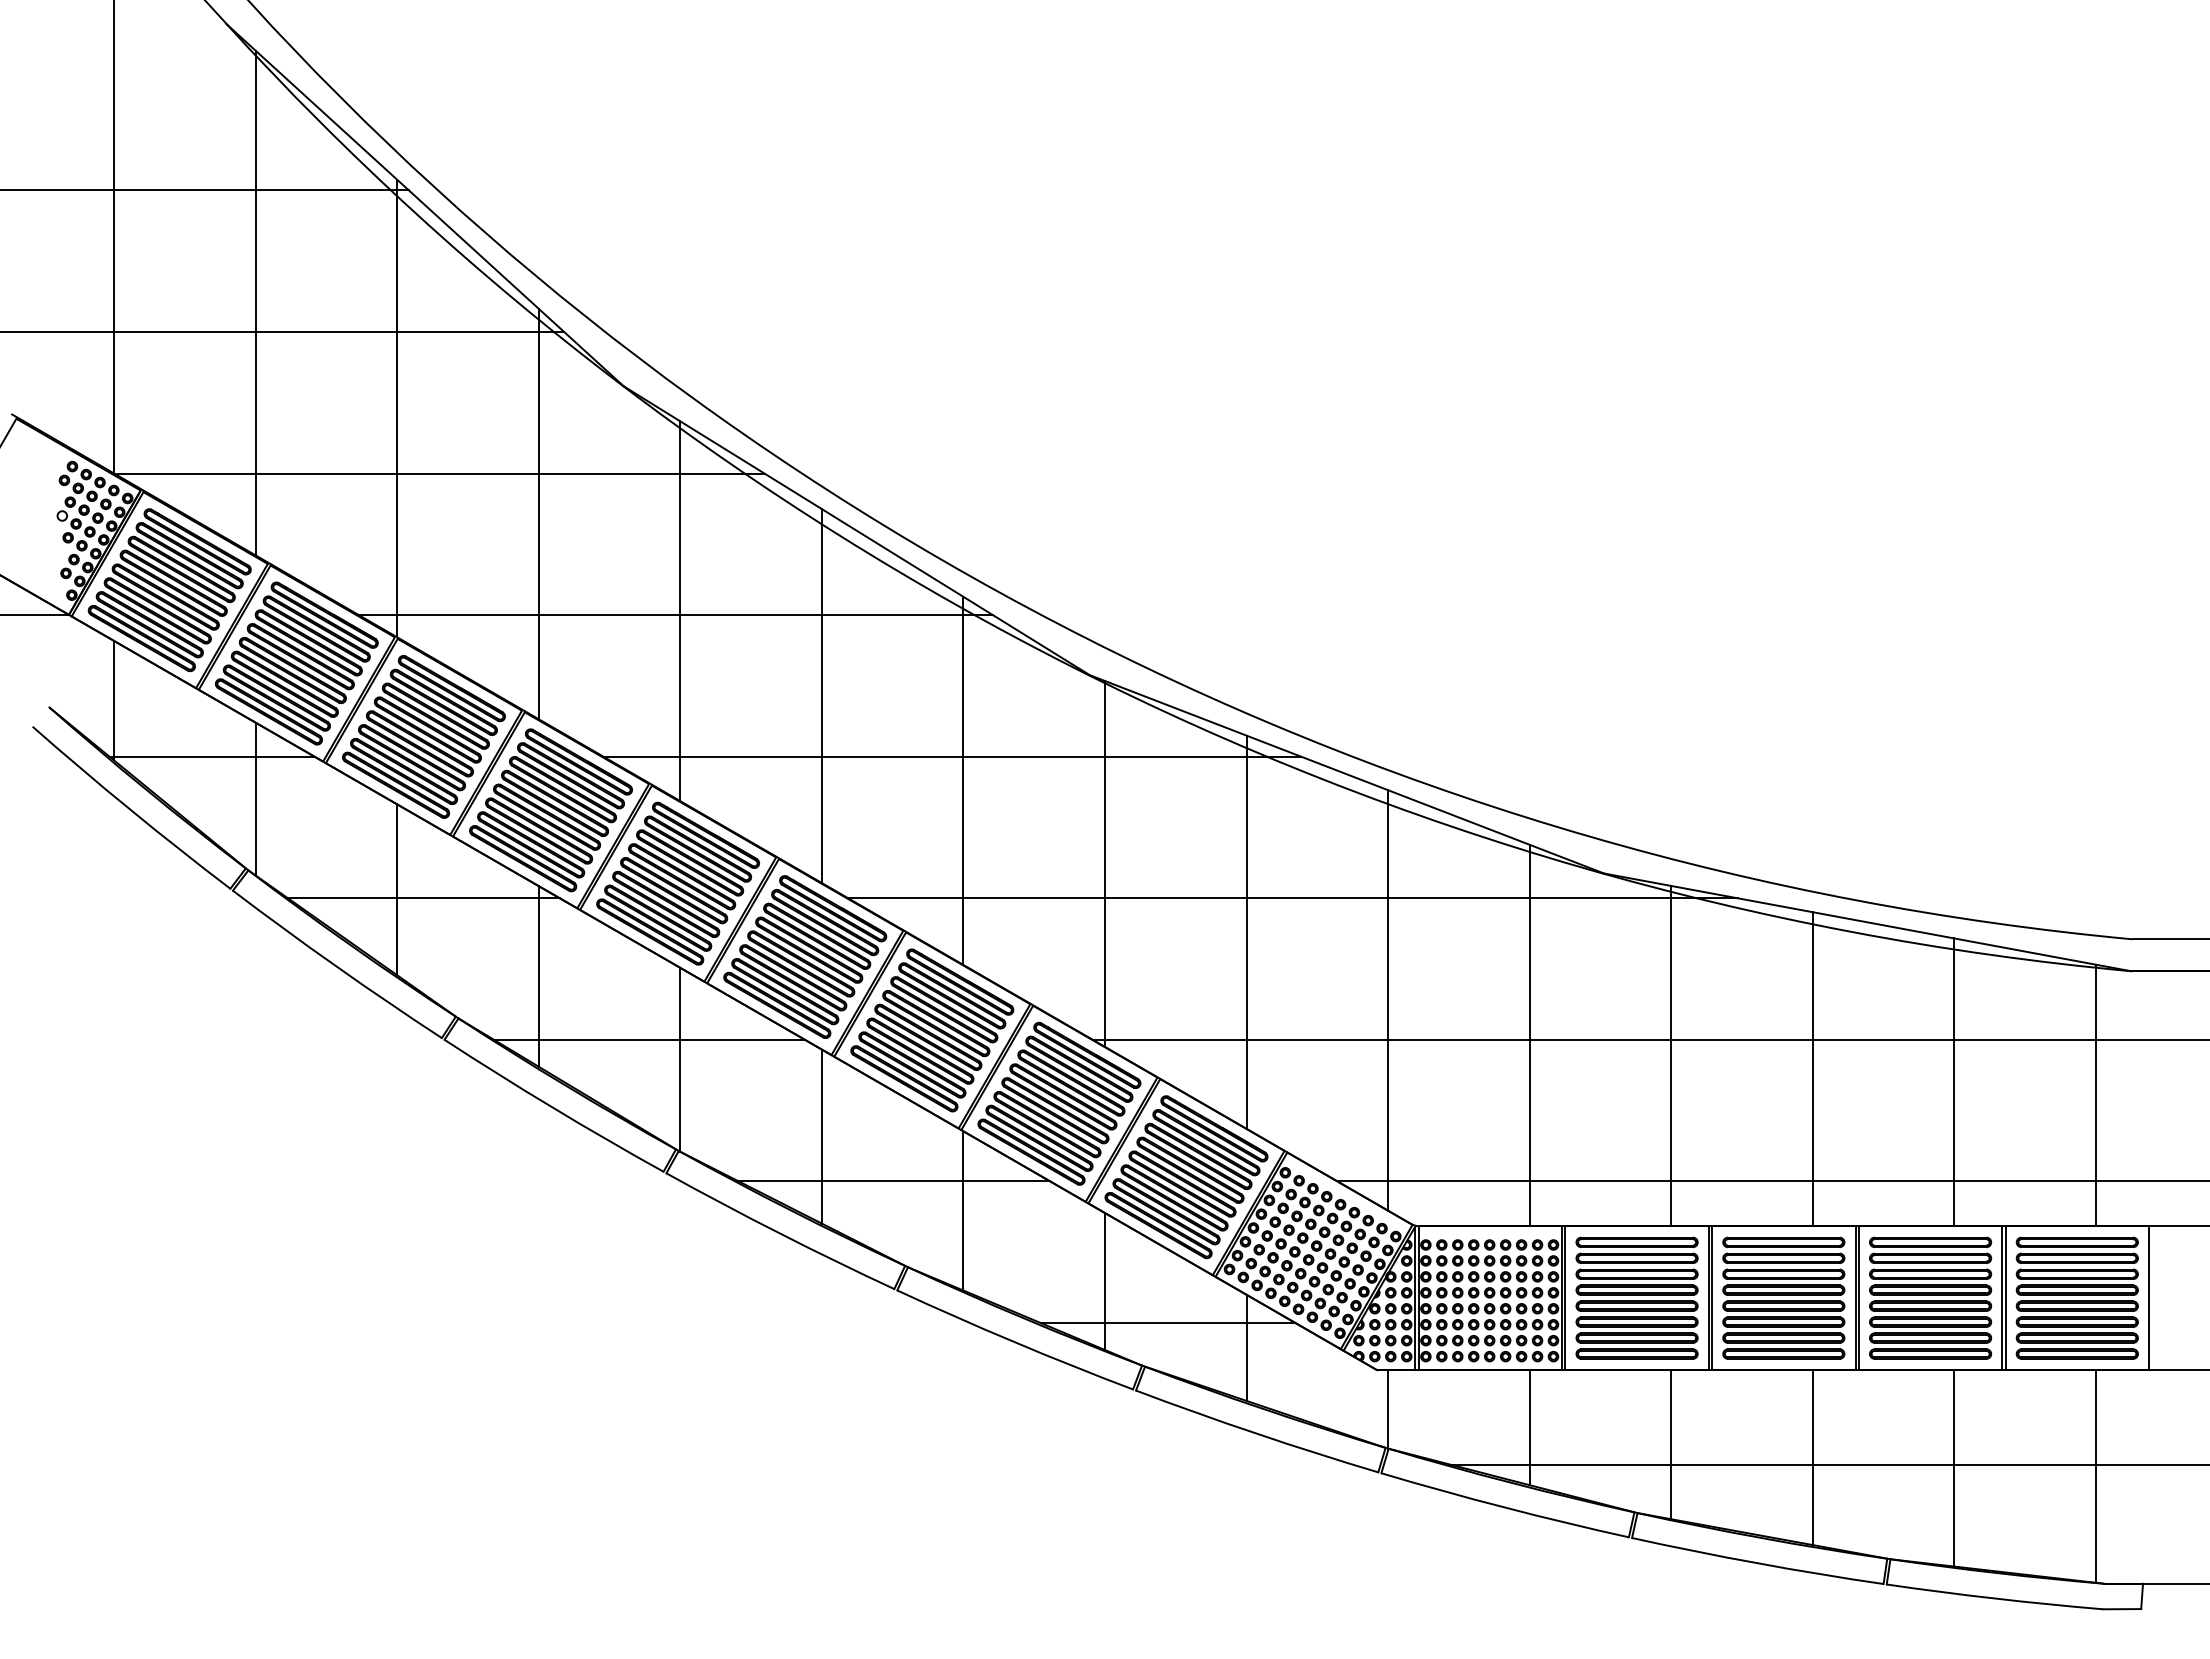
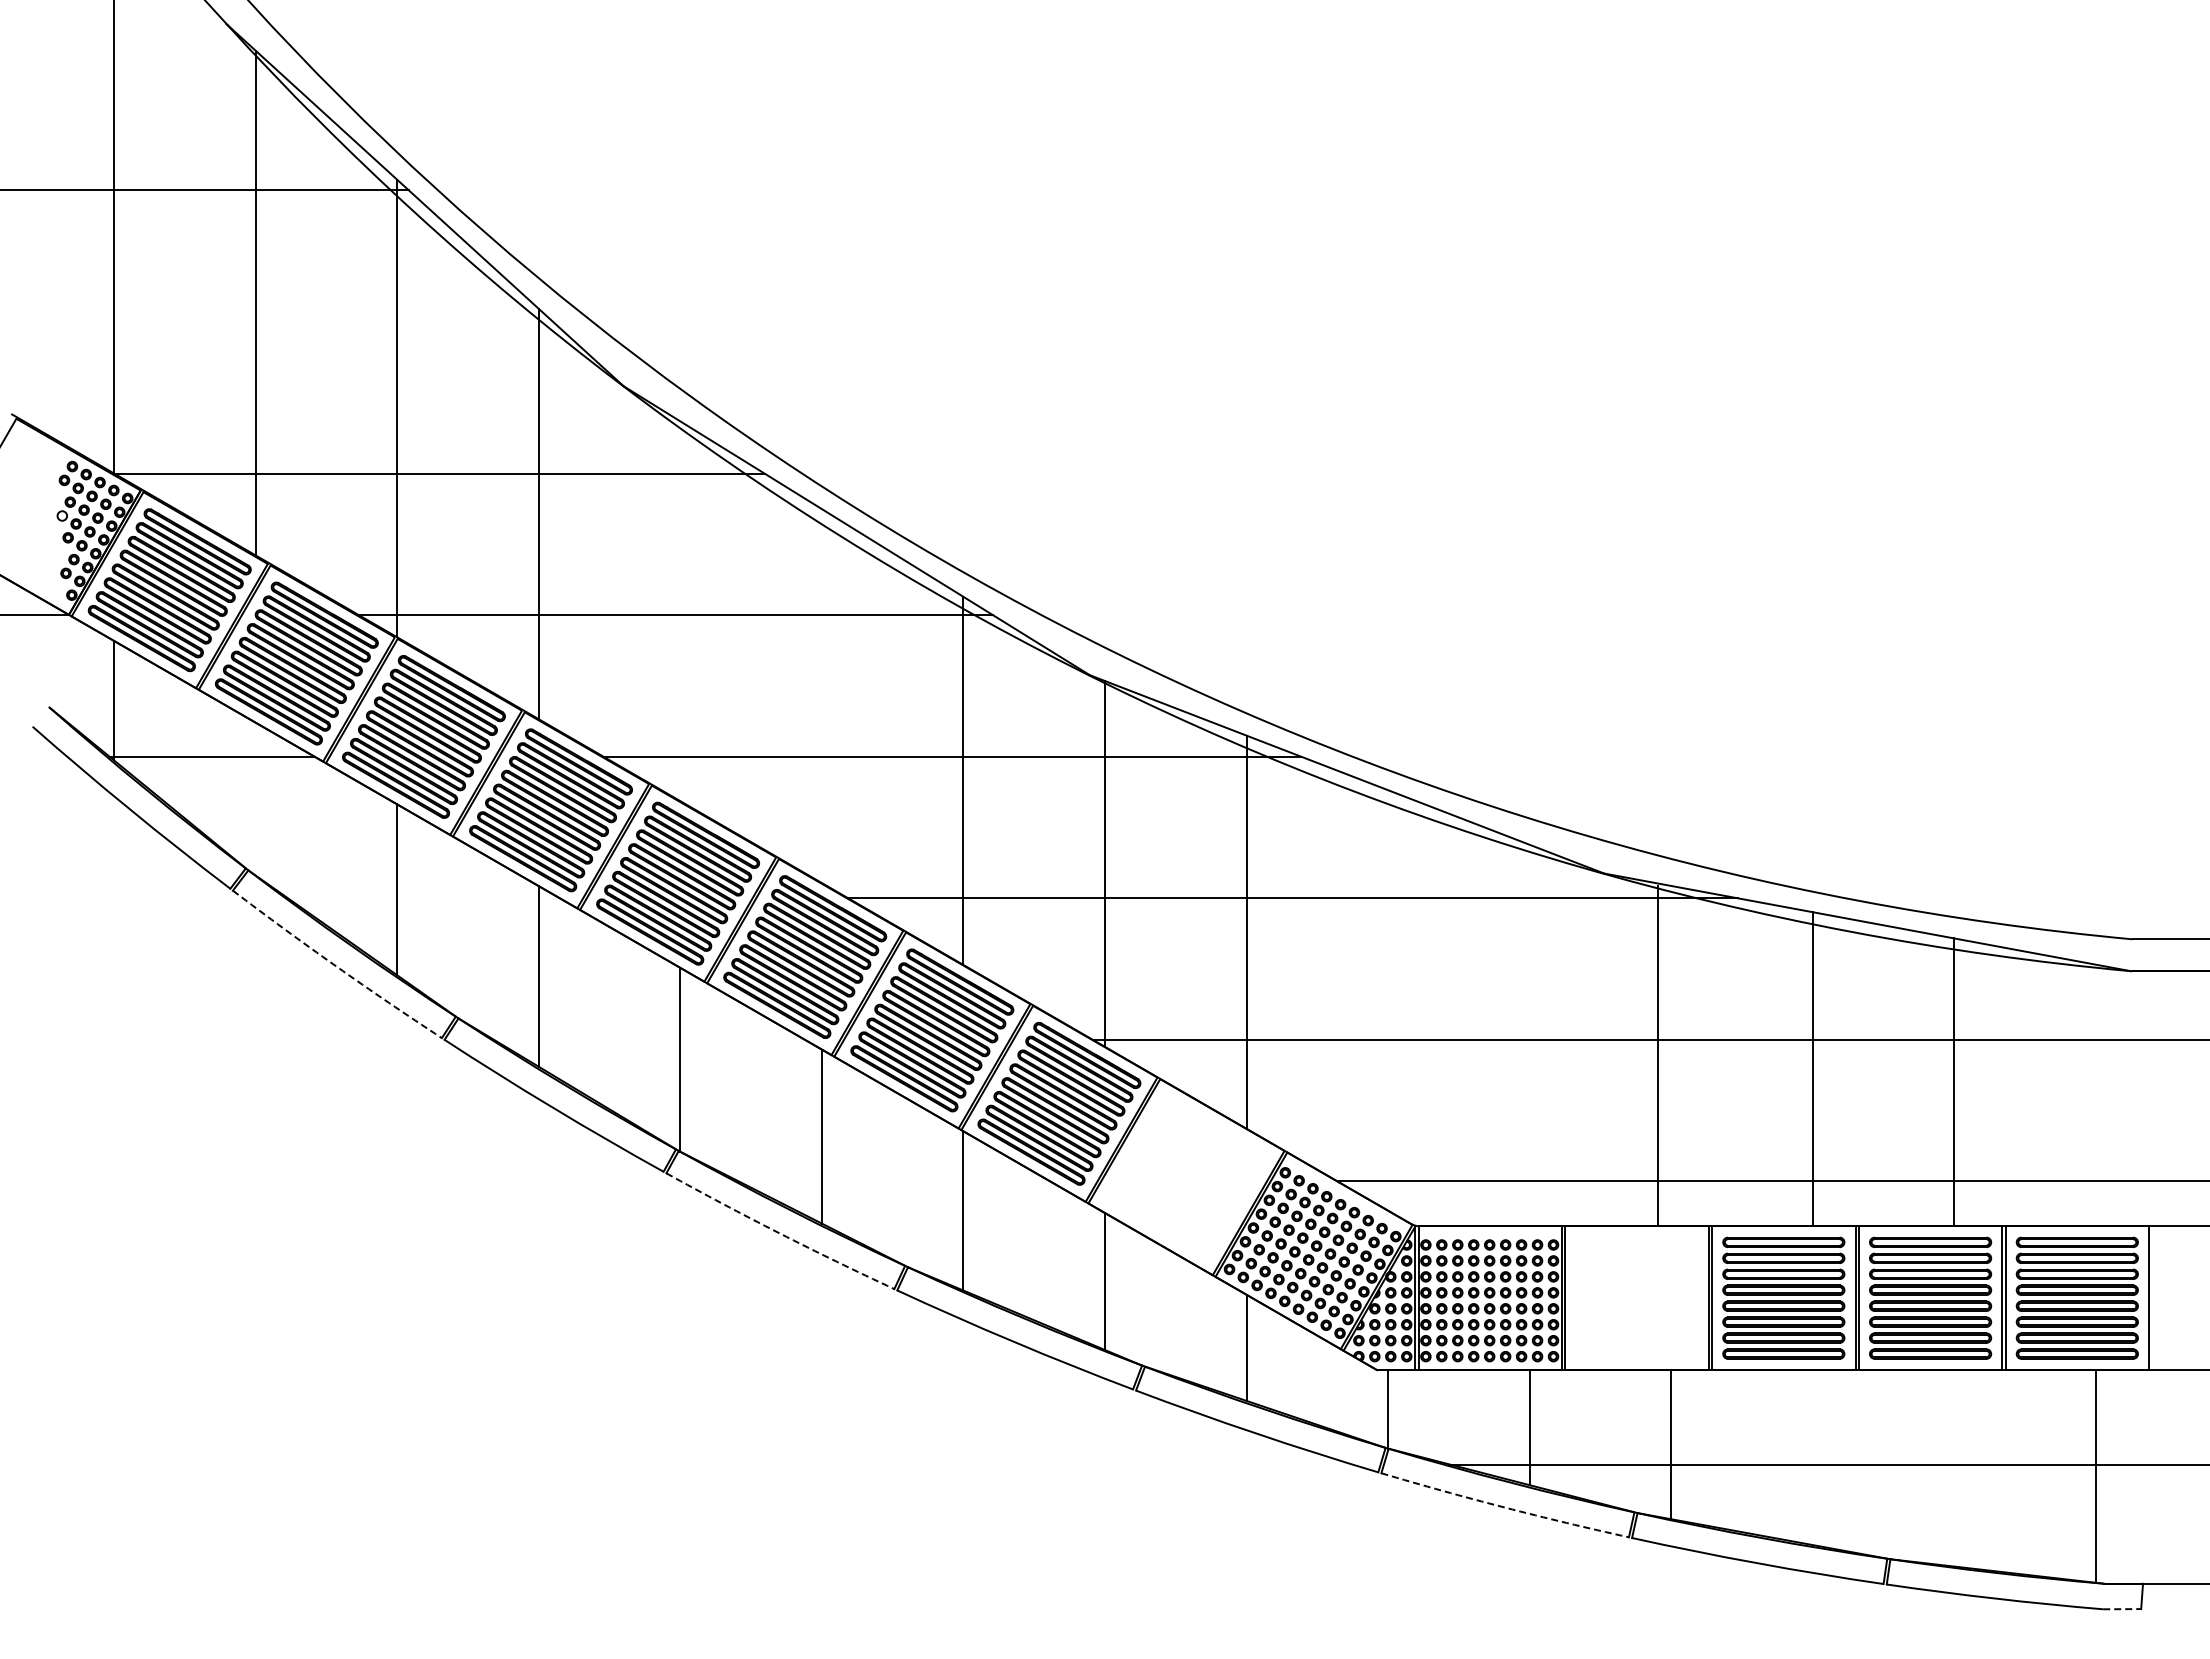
line at (283, 331): present -> none
line at (680, 611): present -> none
line at (821, 696): present -> none
line at (255, 798): present -> none
line at (423, 898): present -> none
arc at (336, 966): solid -> dashed
line at (1388, 1000): present -> none
line at (1529, 1035): present -> none
line at (648, 1039): present -> none
line at (1671, 1055) position: (1671, 1055) -> (1658, 1055)
line at (2095, 1095): present -> none
part at (1186, 1177): present -> none
line at (894, 1181): present -> none
arc at (779, 1233): solid -> dashed
part at (1636, 1297): present -> none
line at (1167, 1322): present -> none
line at (1812, 1457): present -> none
line at (1954, 1468): present -> none
arc at (1504, 1507): solid -> dashed
line at (2122, 1609): solid -> dashed
